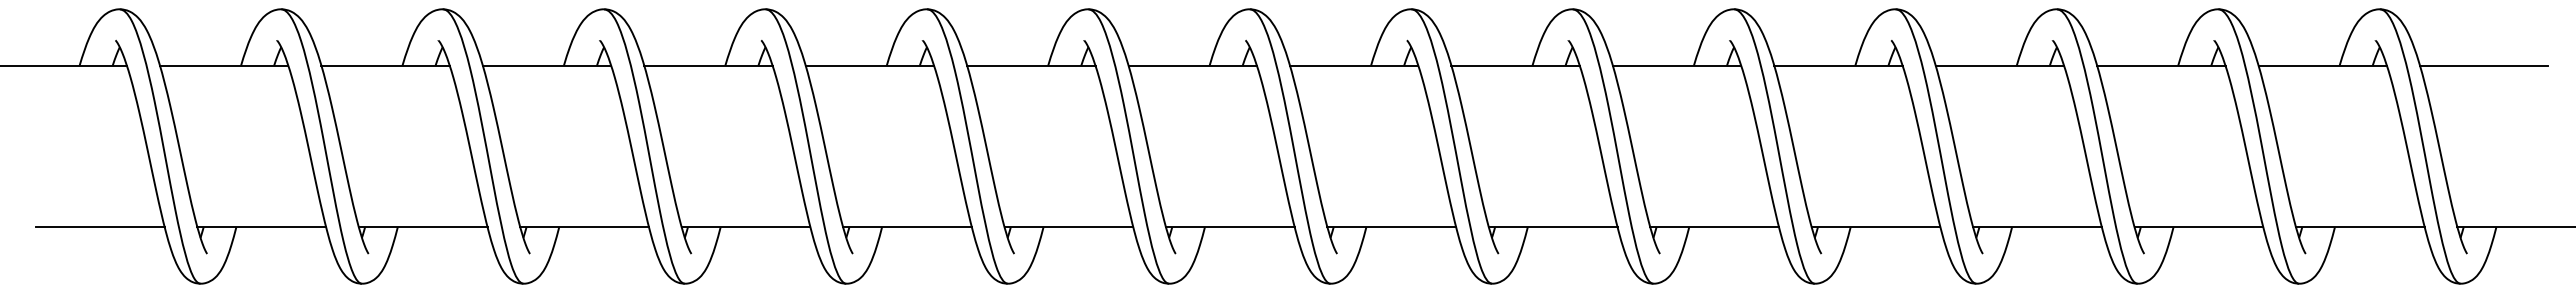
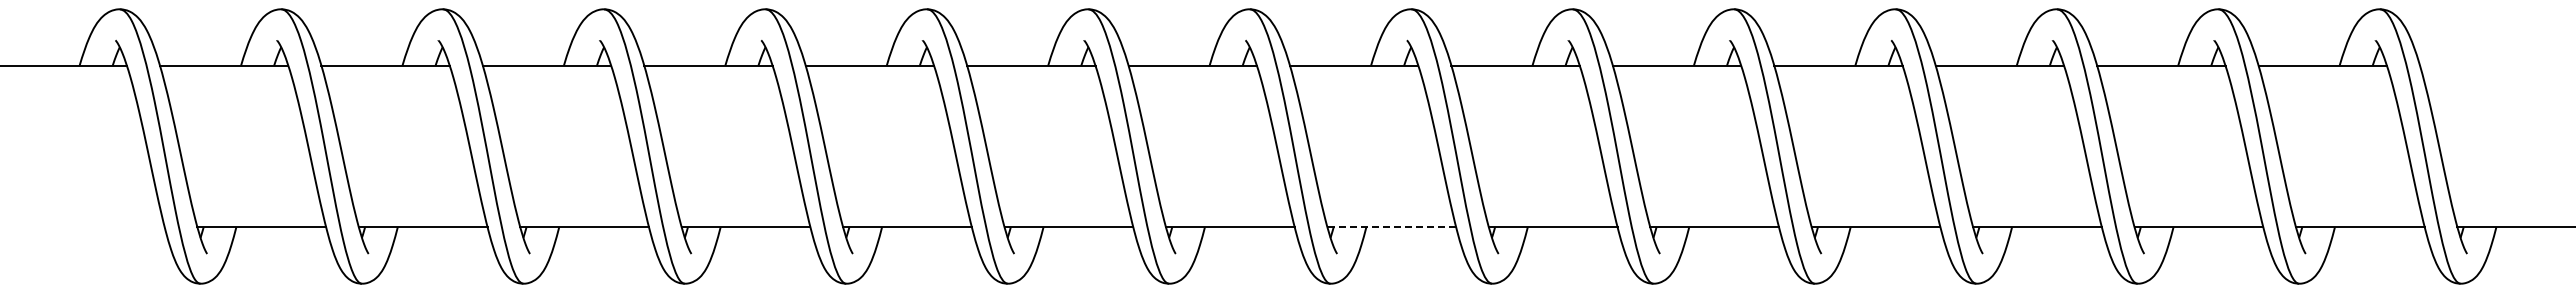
line at (2484, 65): present -> none
line at (99, 227): present -> none
line at (1391, 227): solid -> dashed
